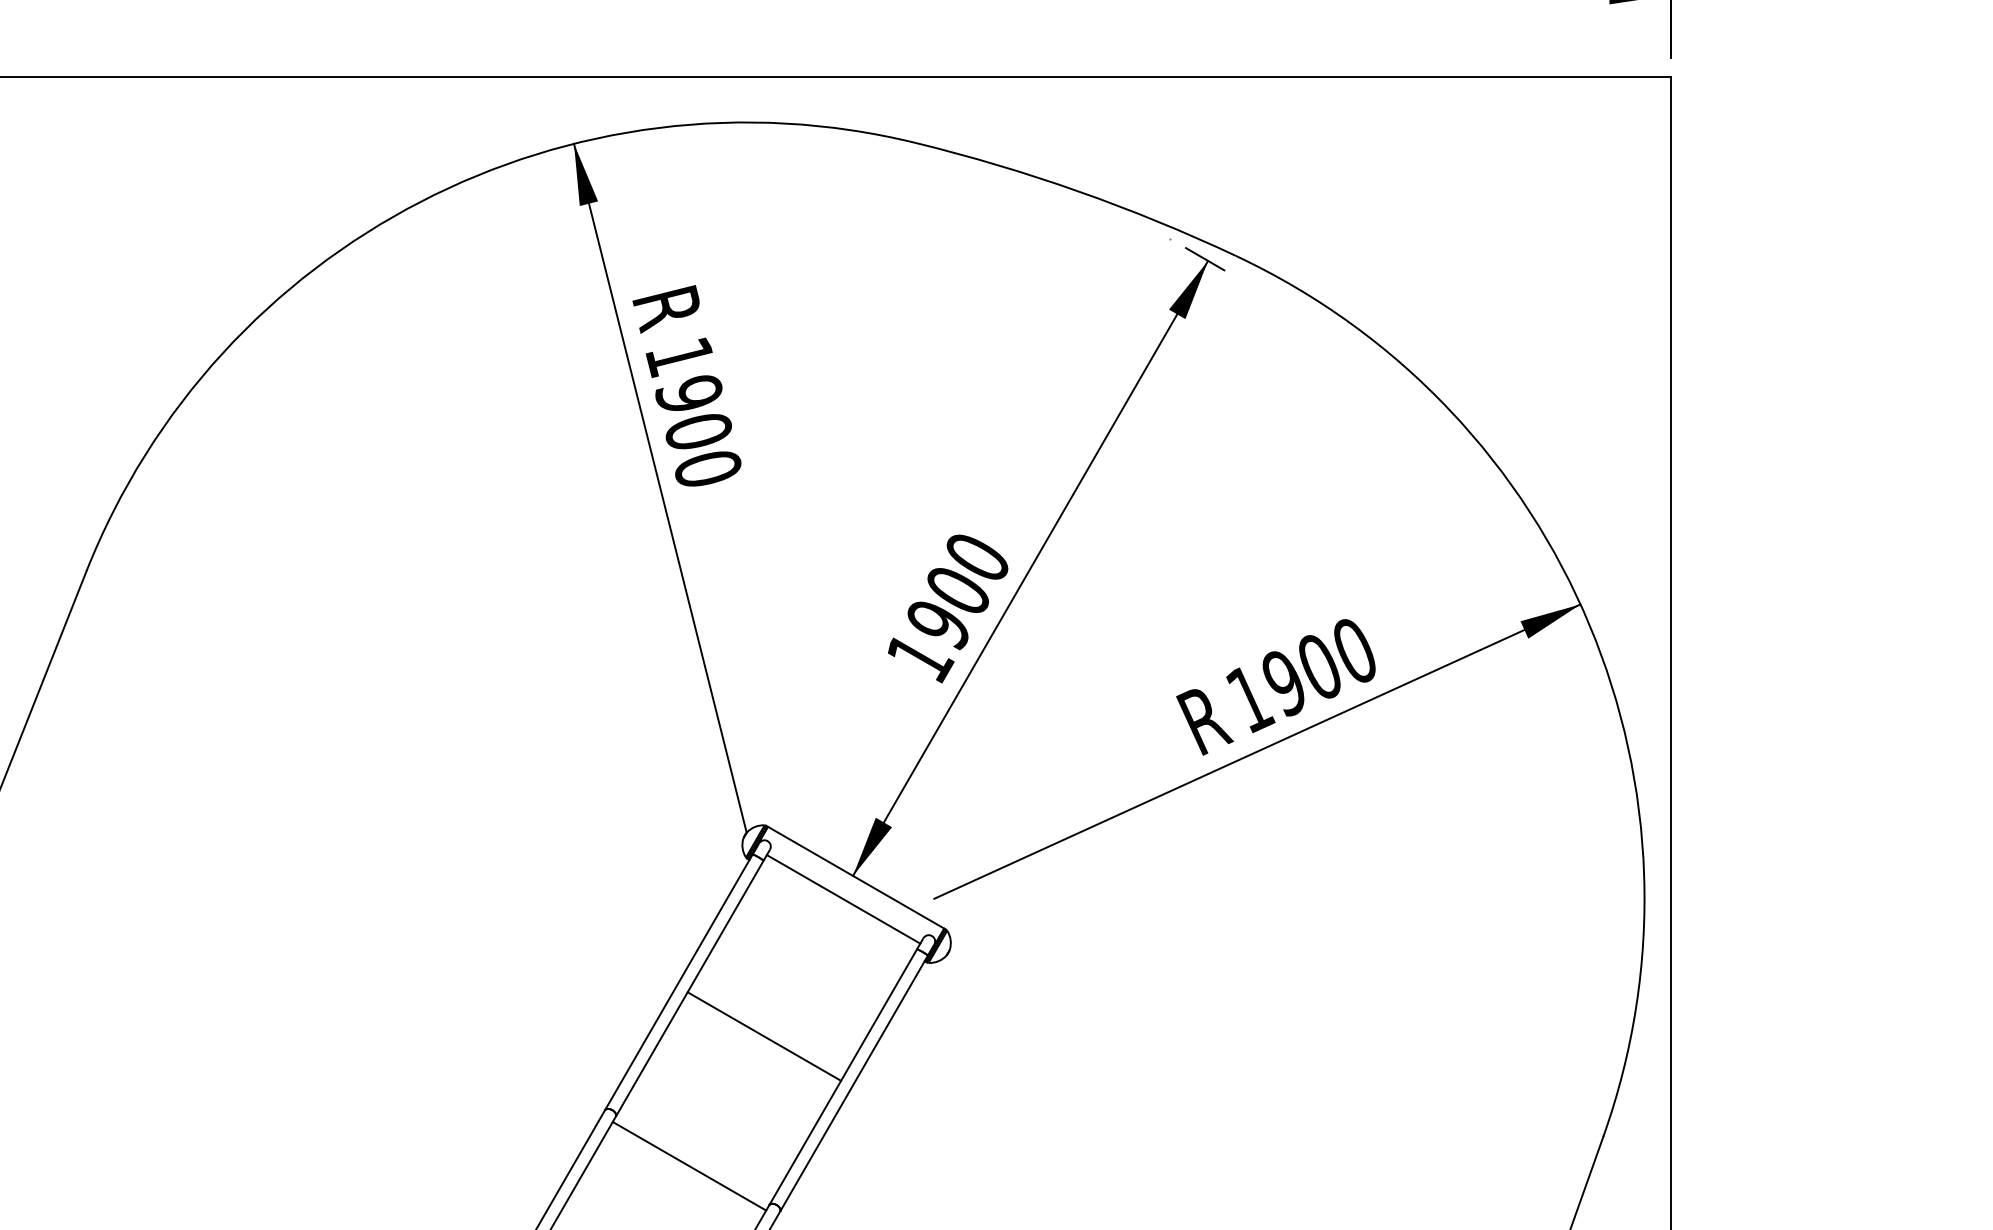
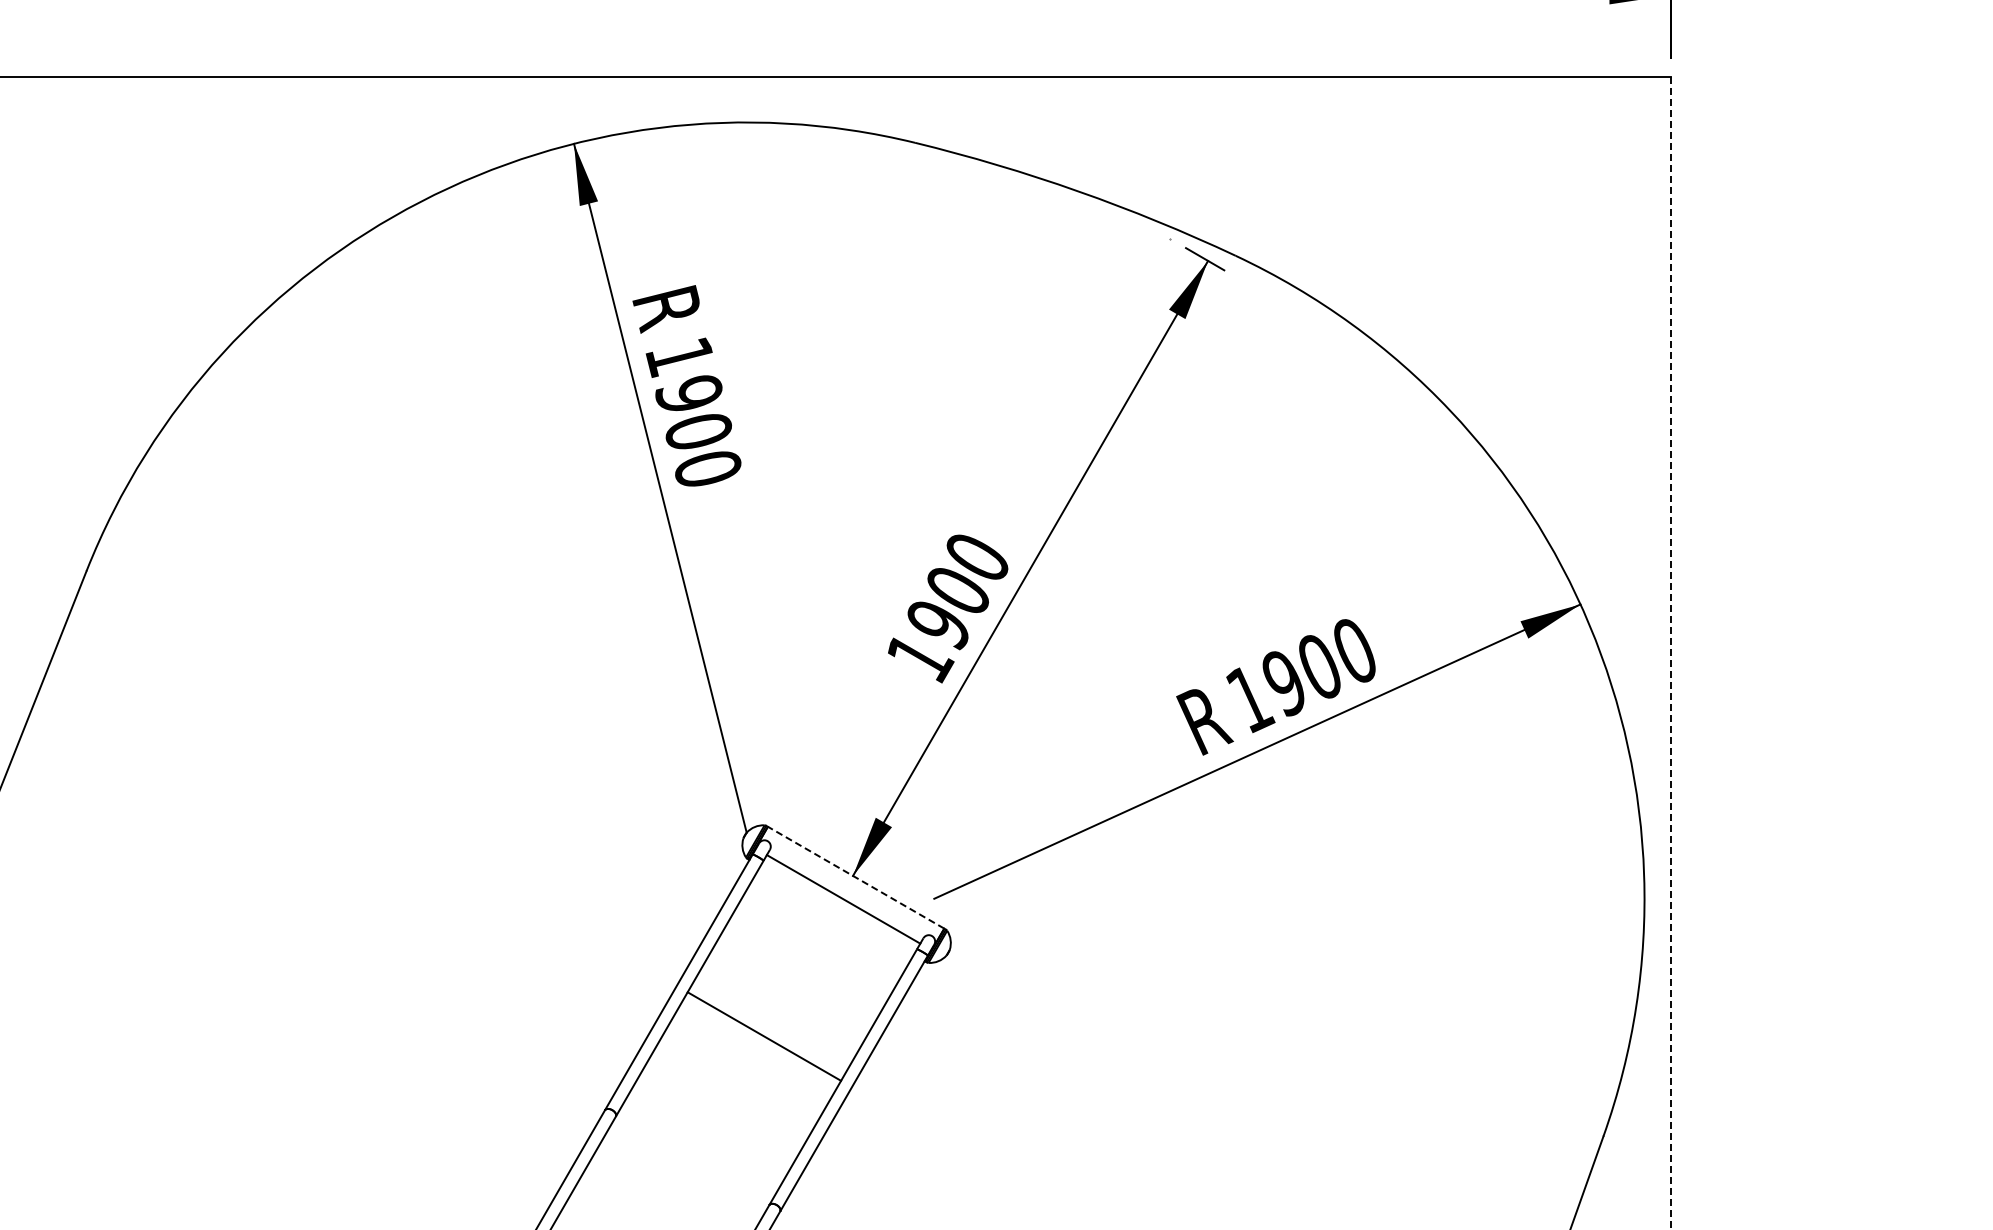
line at (1671, 653): solid -> dashed
line at (856, 877): solid -> dashed
line at (689, 1165): present -> none
